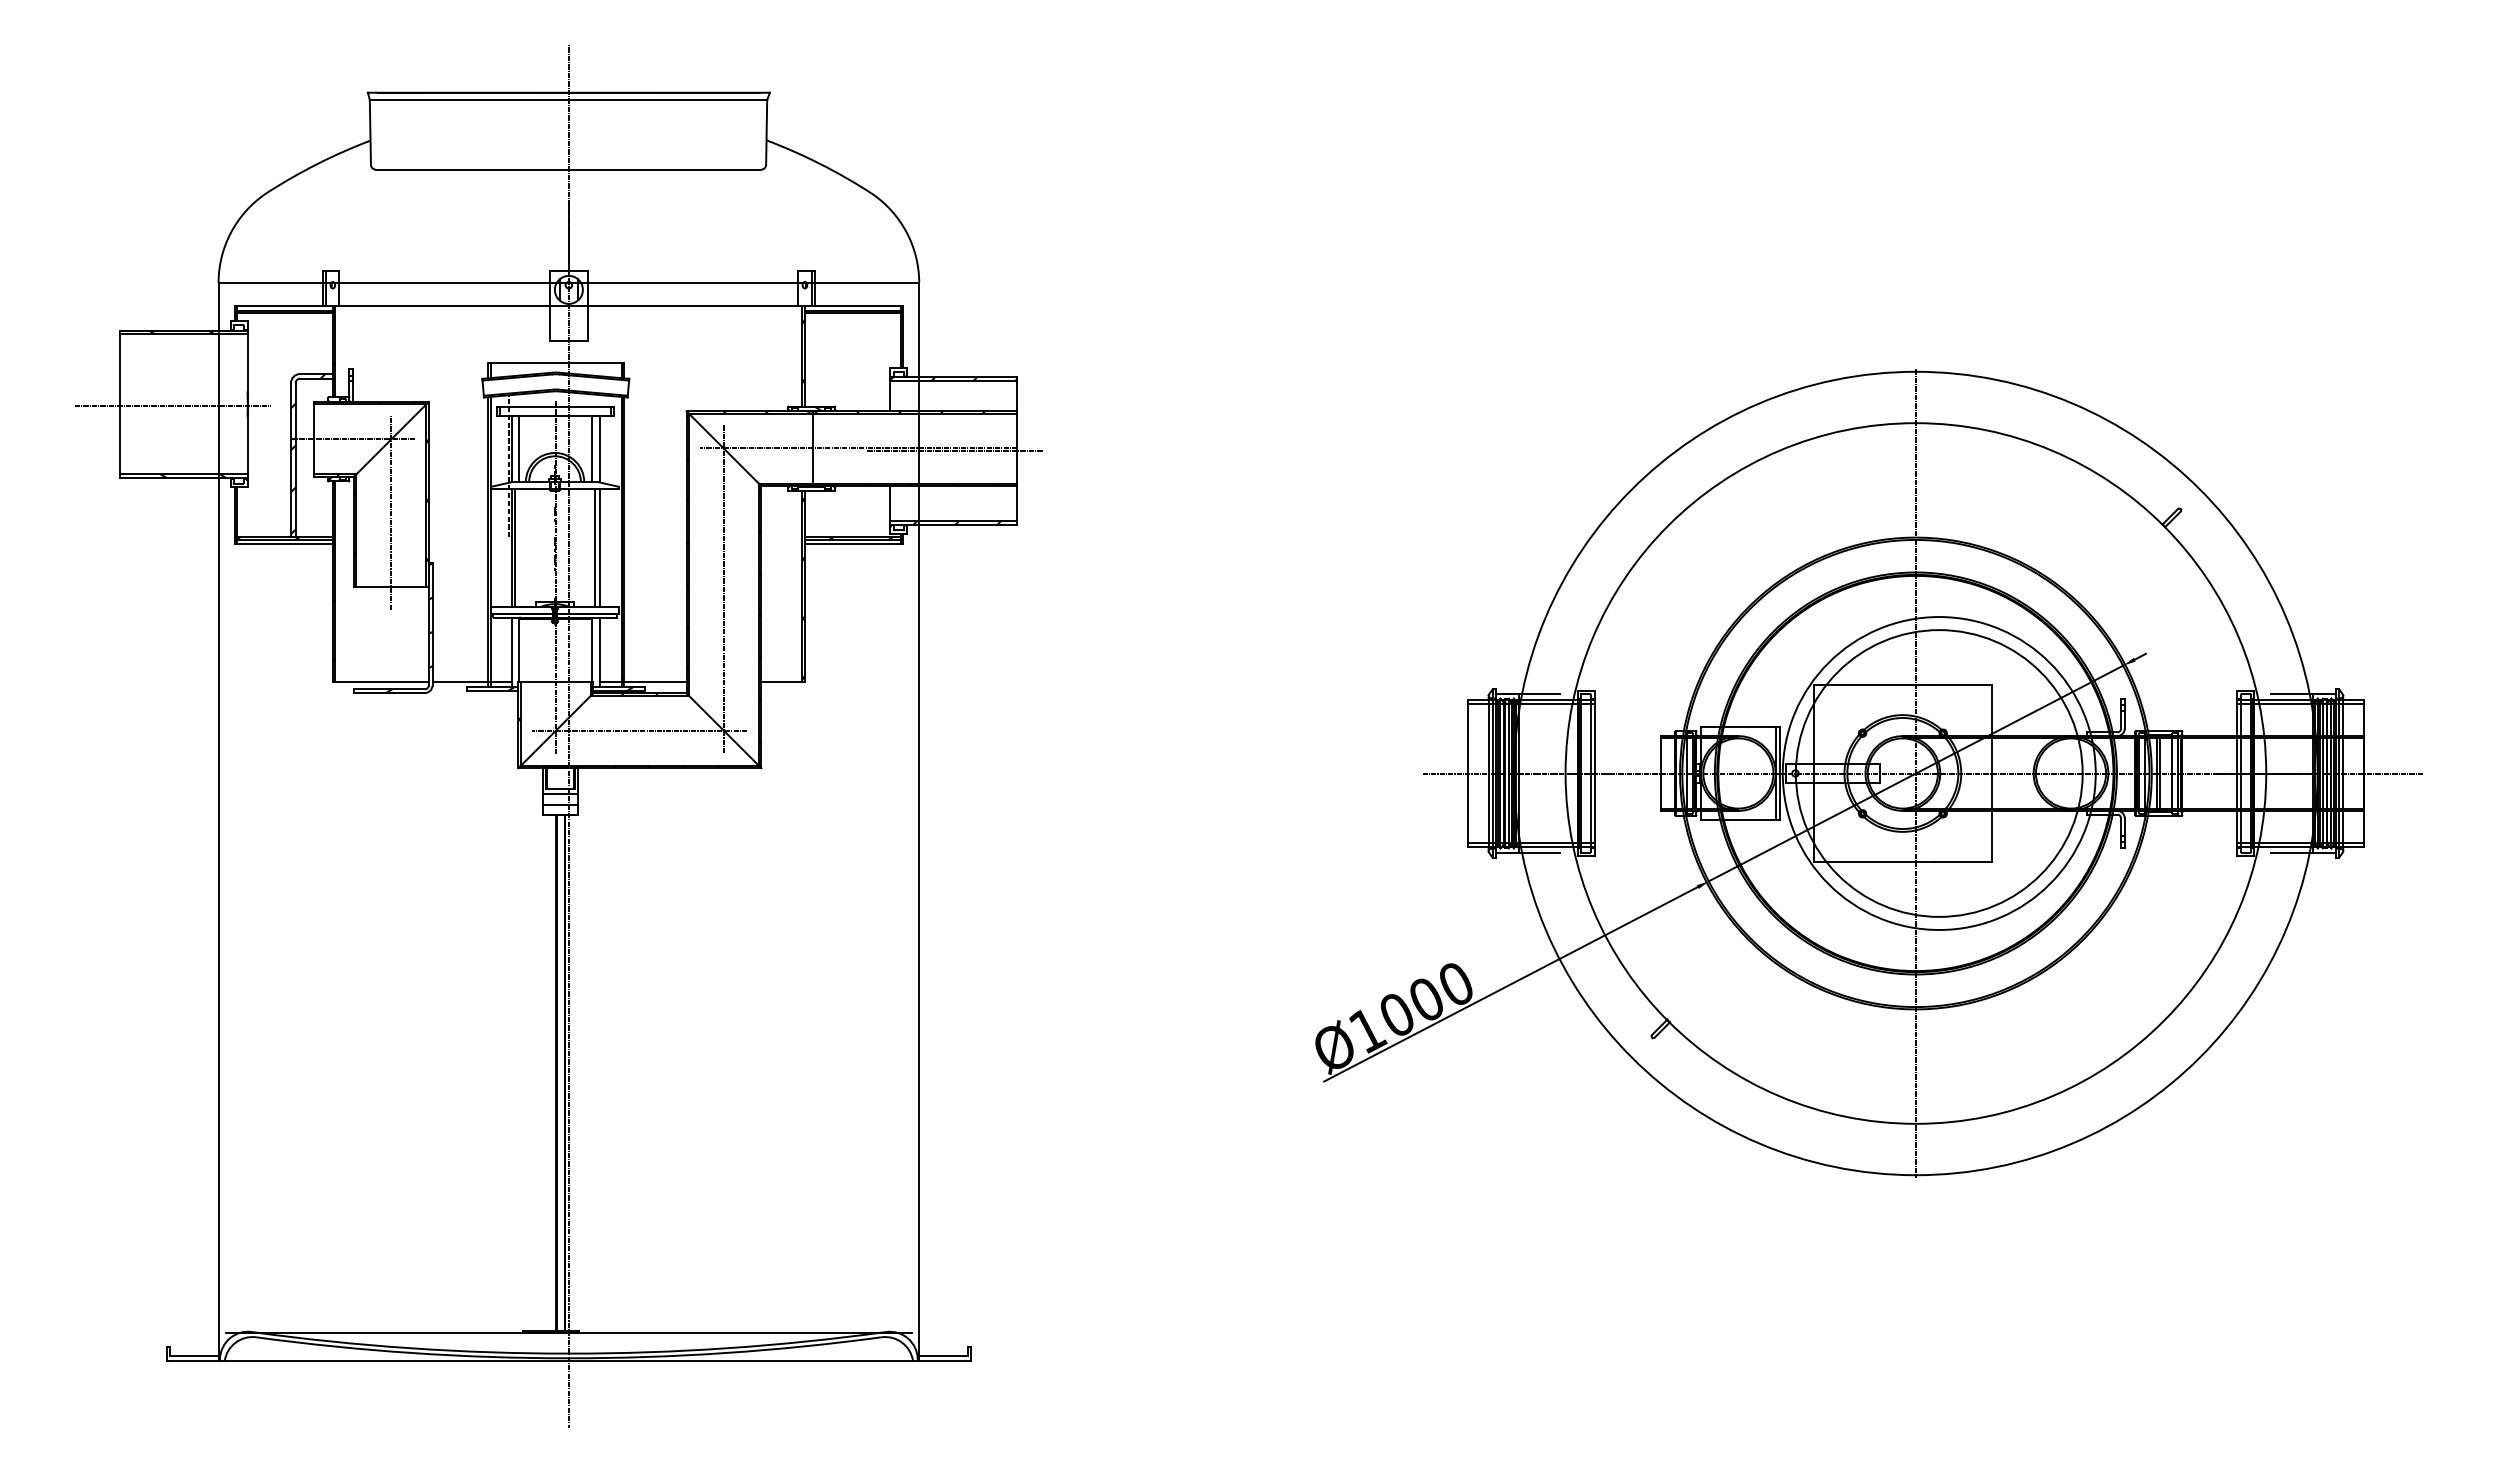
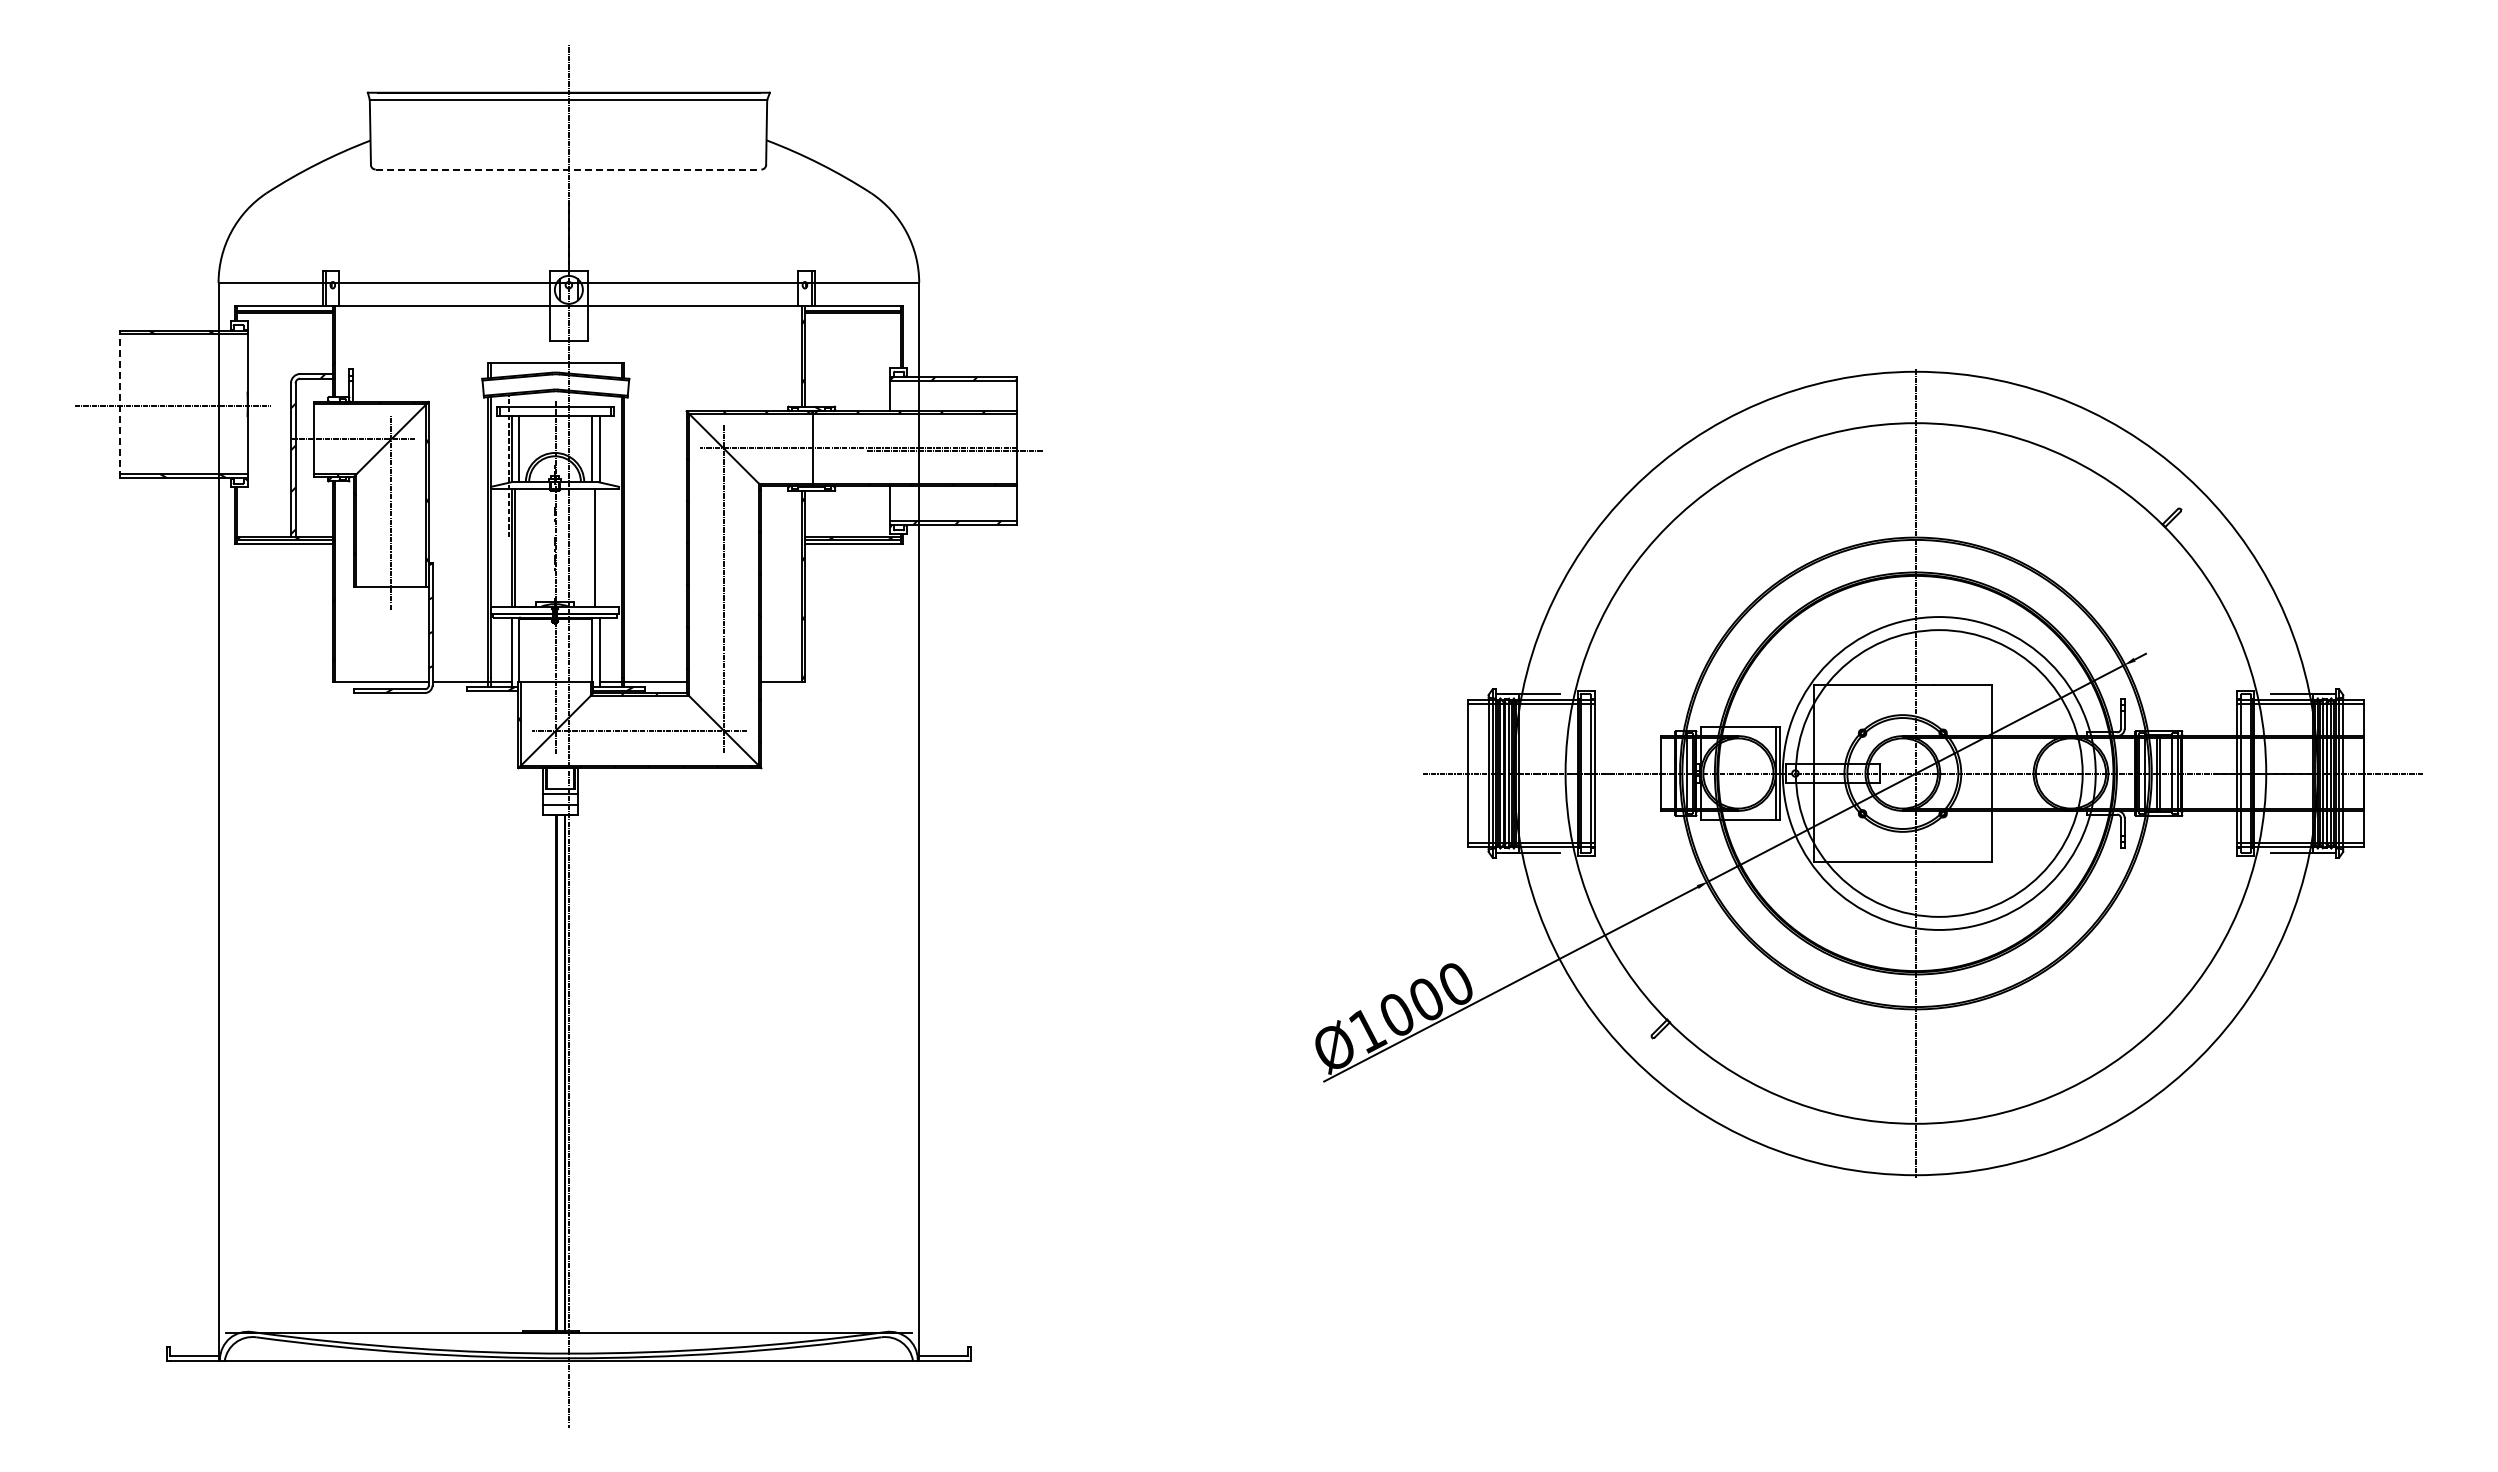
line at (568, 169): solid -> dashed
line at (120, 406): solid -> dashed
line at (599, 547): present -> none
